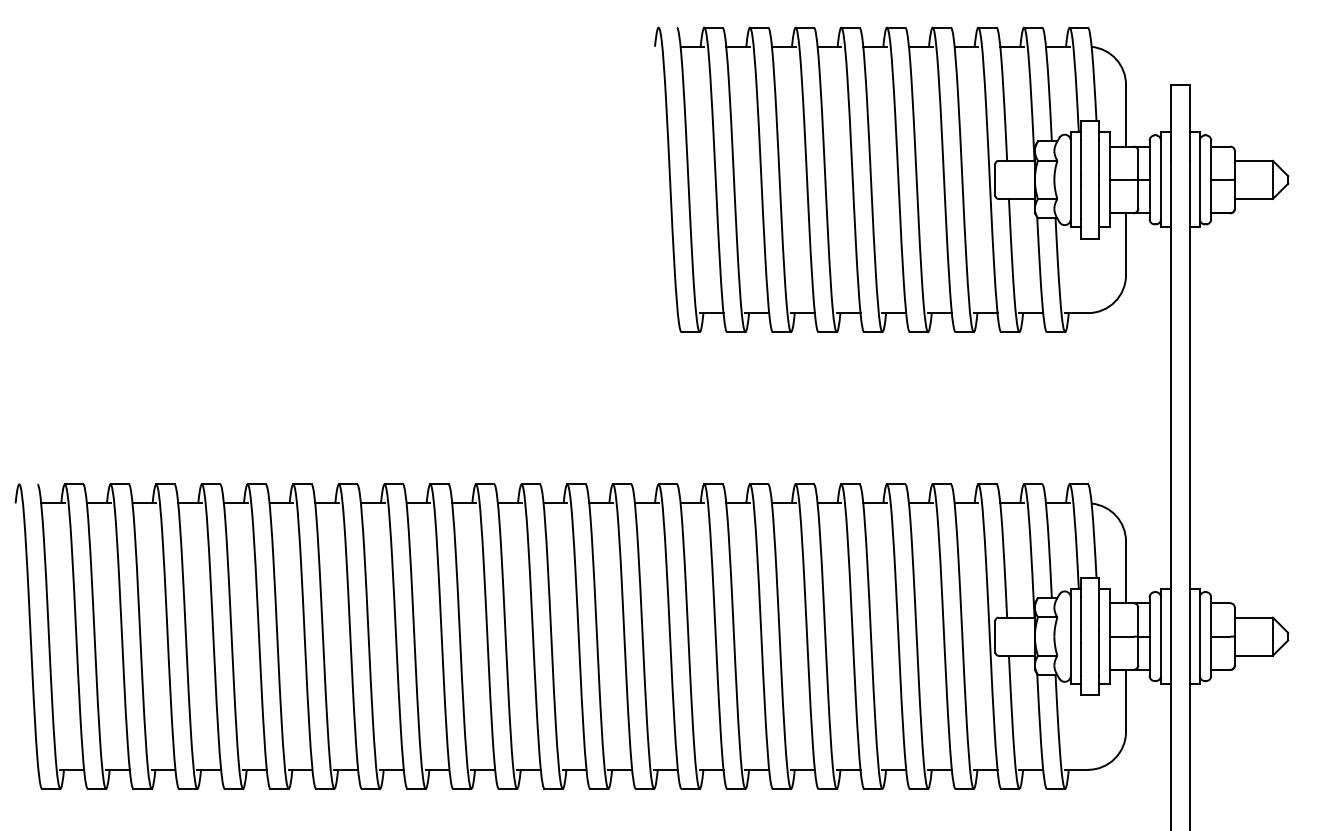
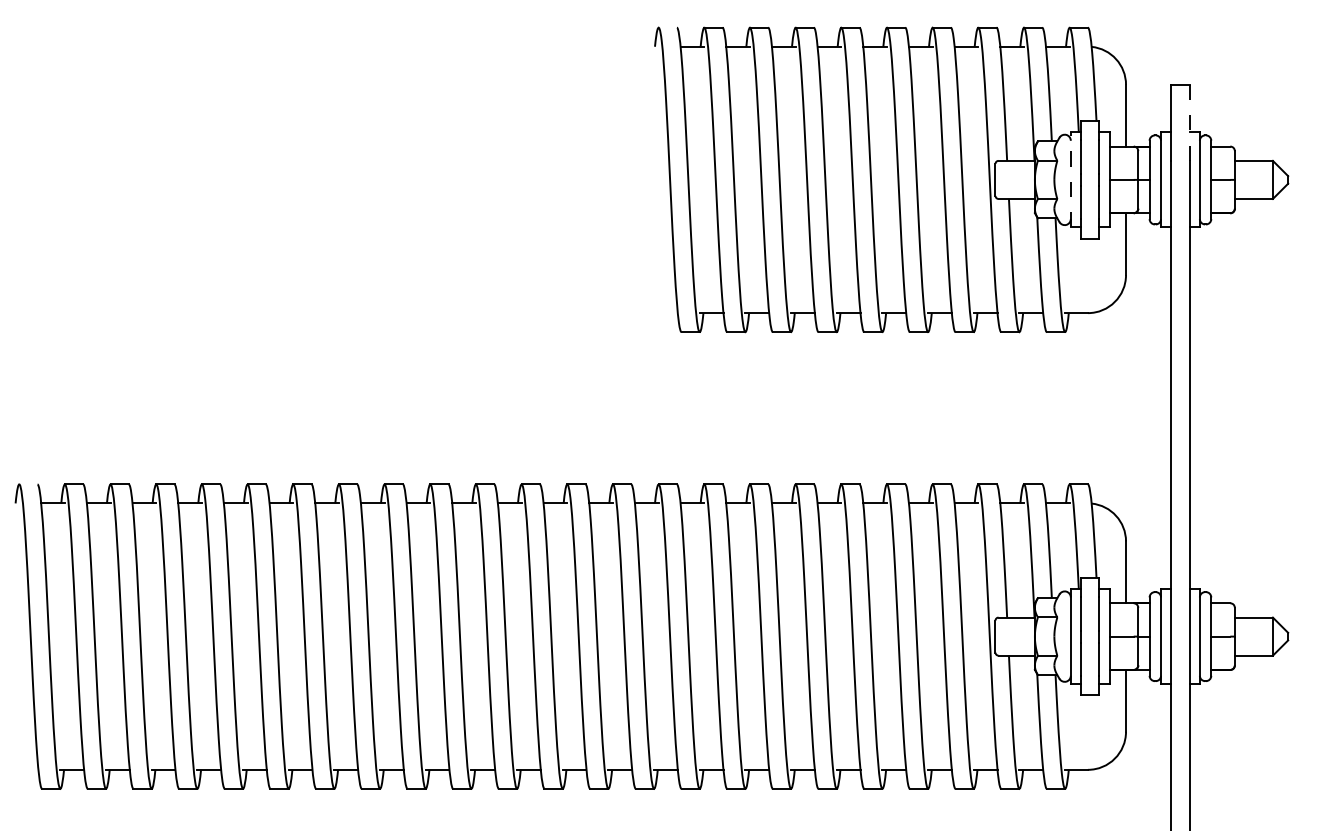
line at (1189, 123): solid -> dashed
line at (1070, 179): solid -> dashed
